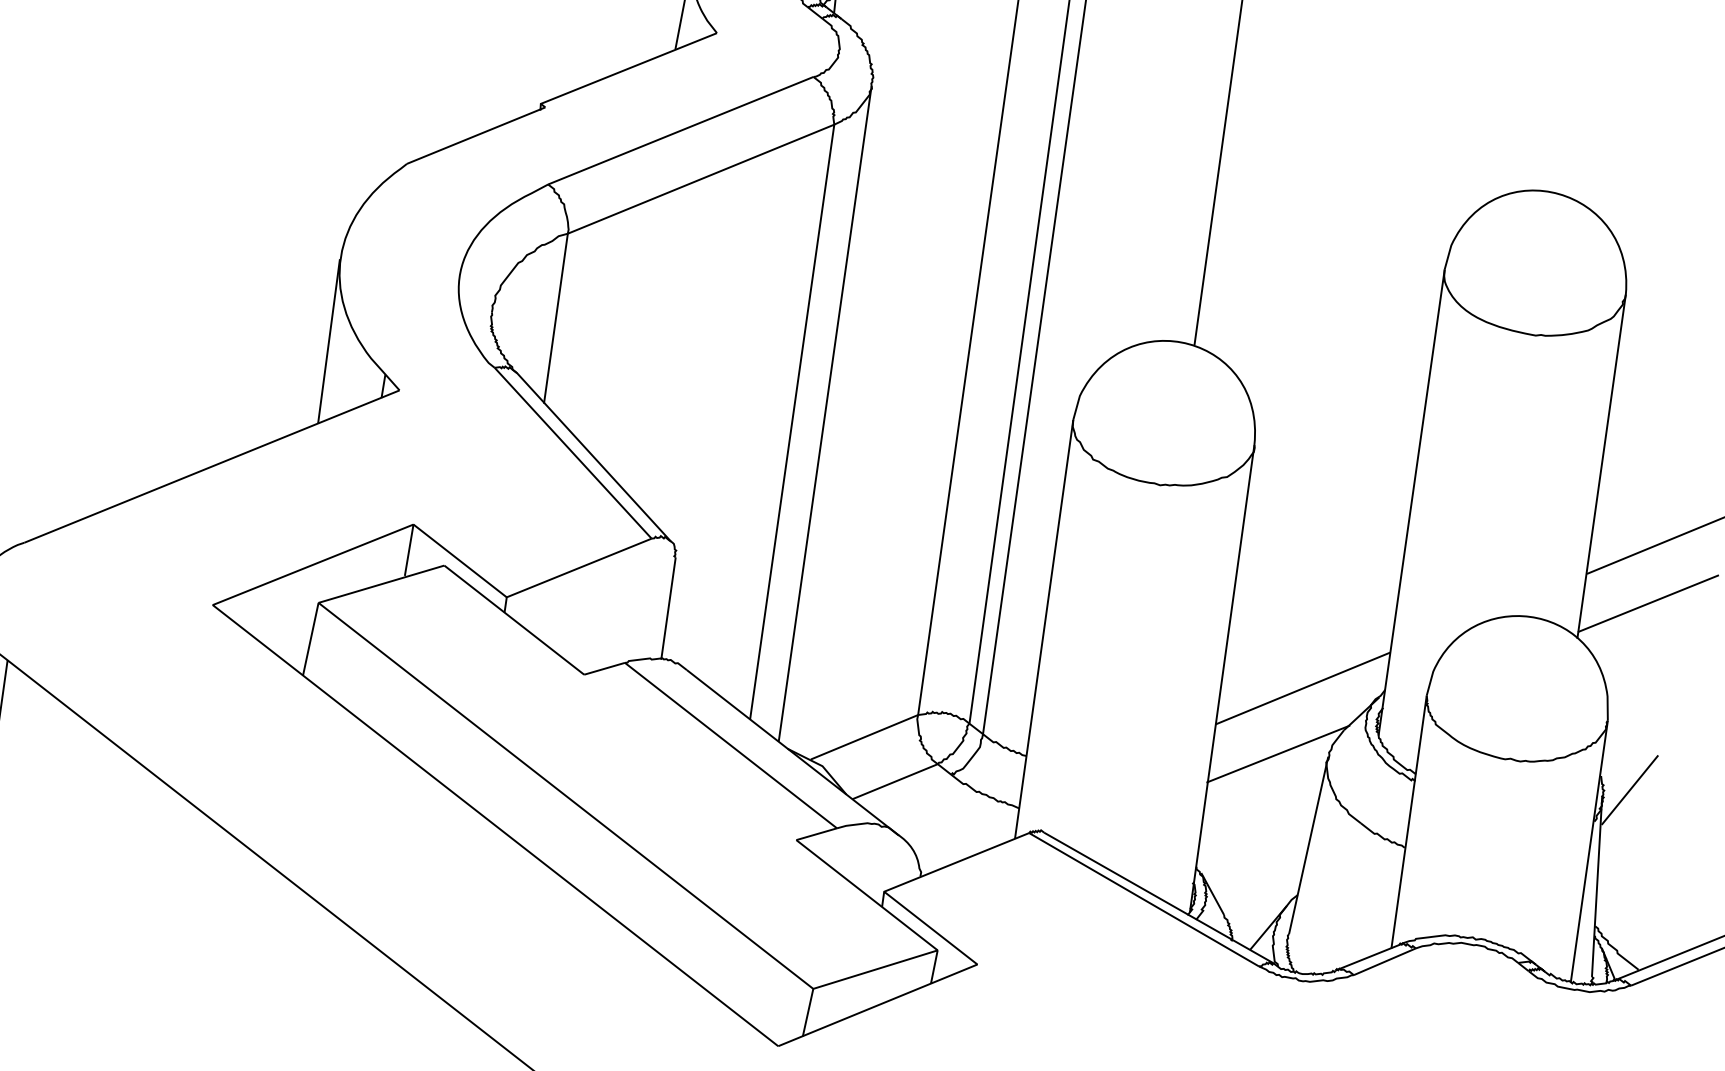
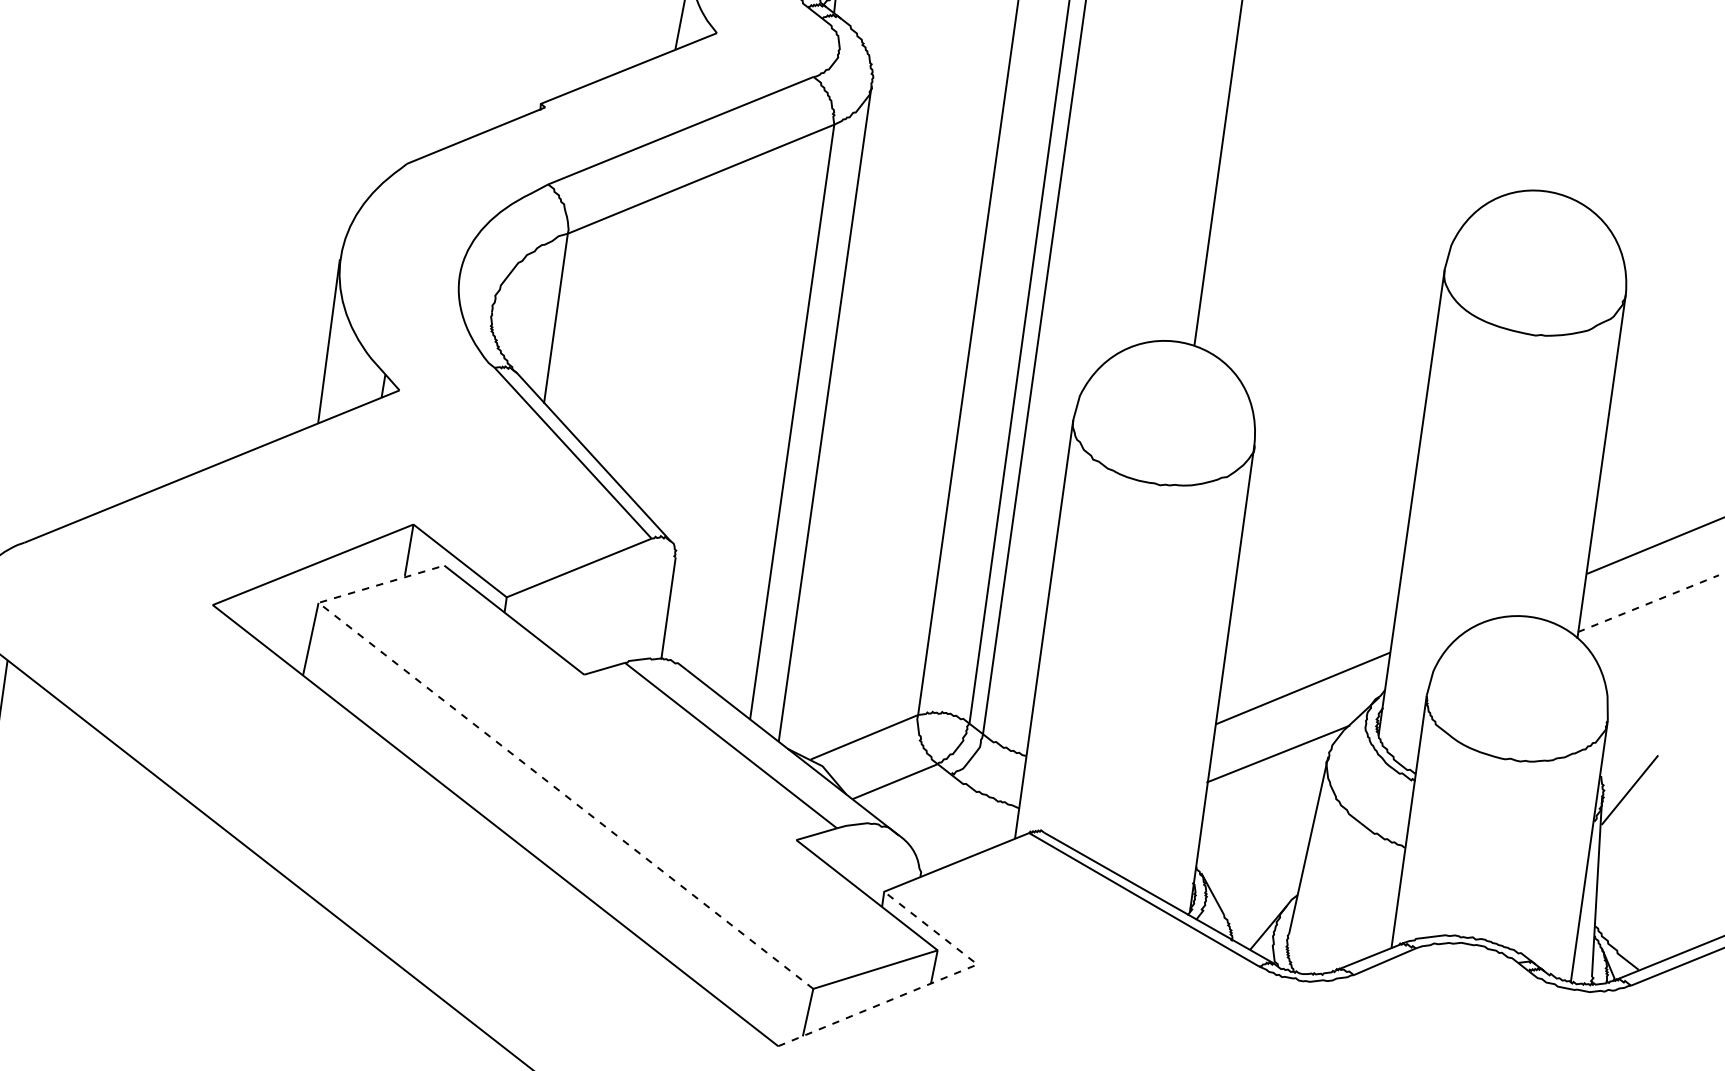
line at (1648, 603): solid -> dashed
line at (513, 754): solid -> dashed
line at (933, 982): solid -> dashed
